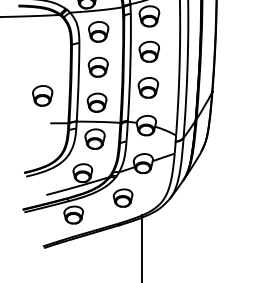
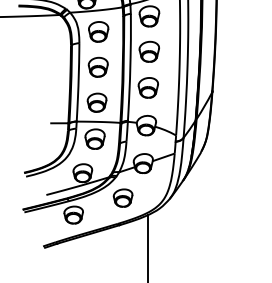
part at (42, 95): present -> none
line at (142, 246) position: (142, 246) -> (148, 246)
